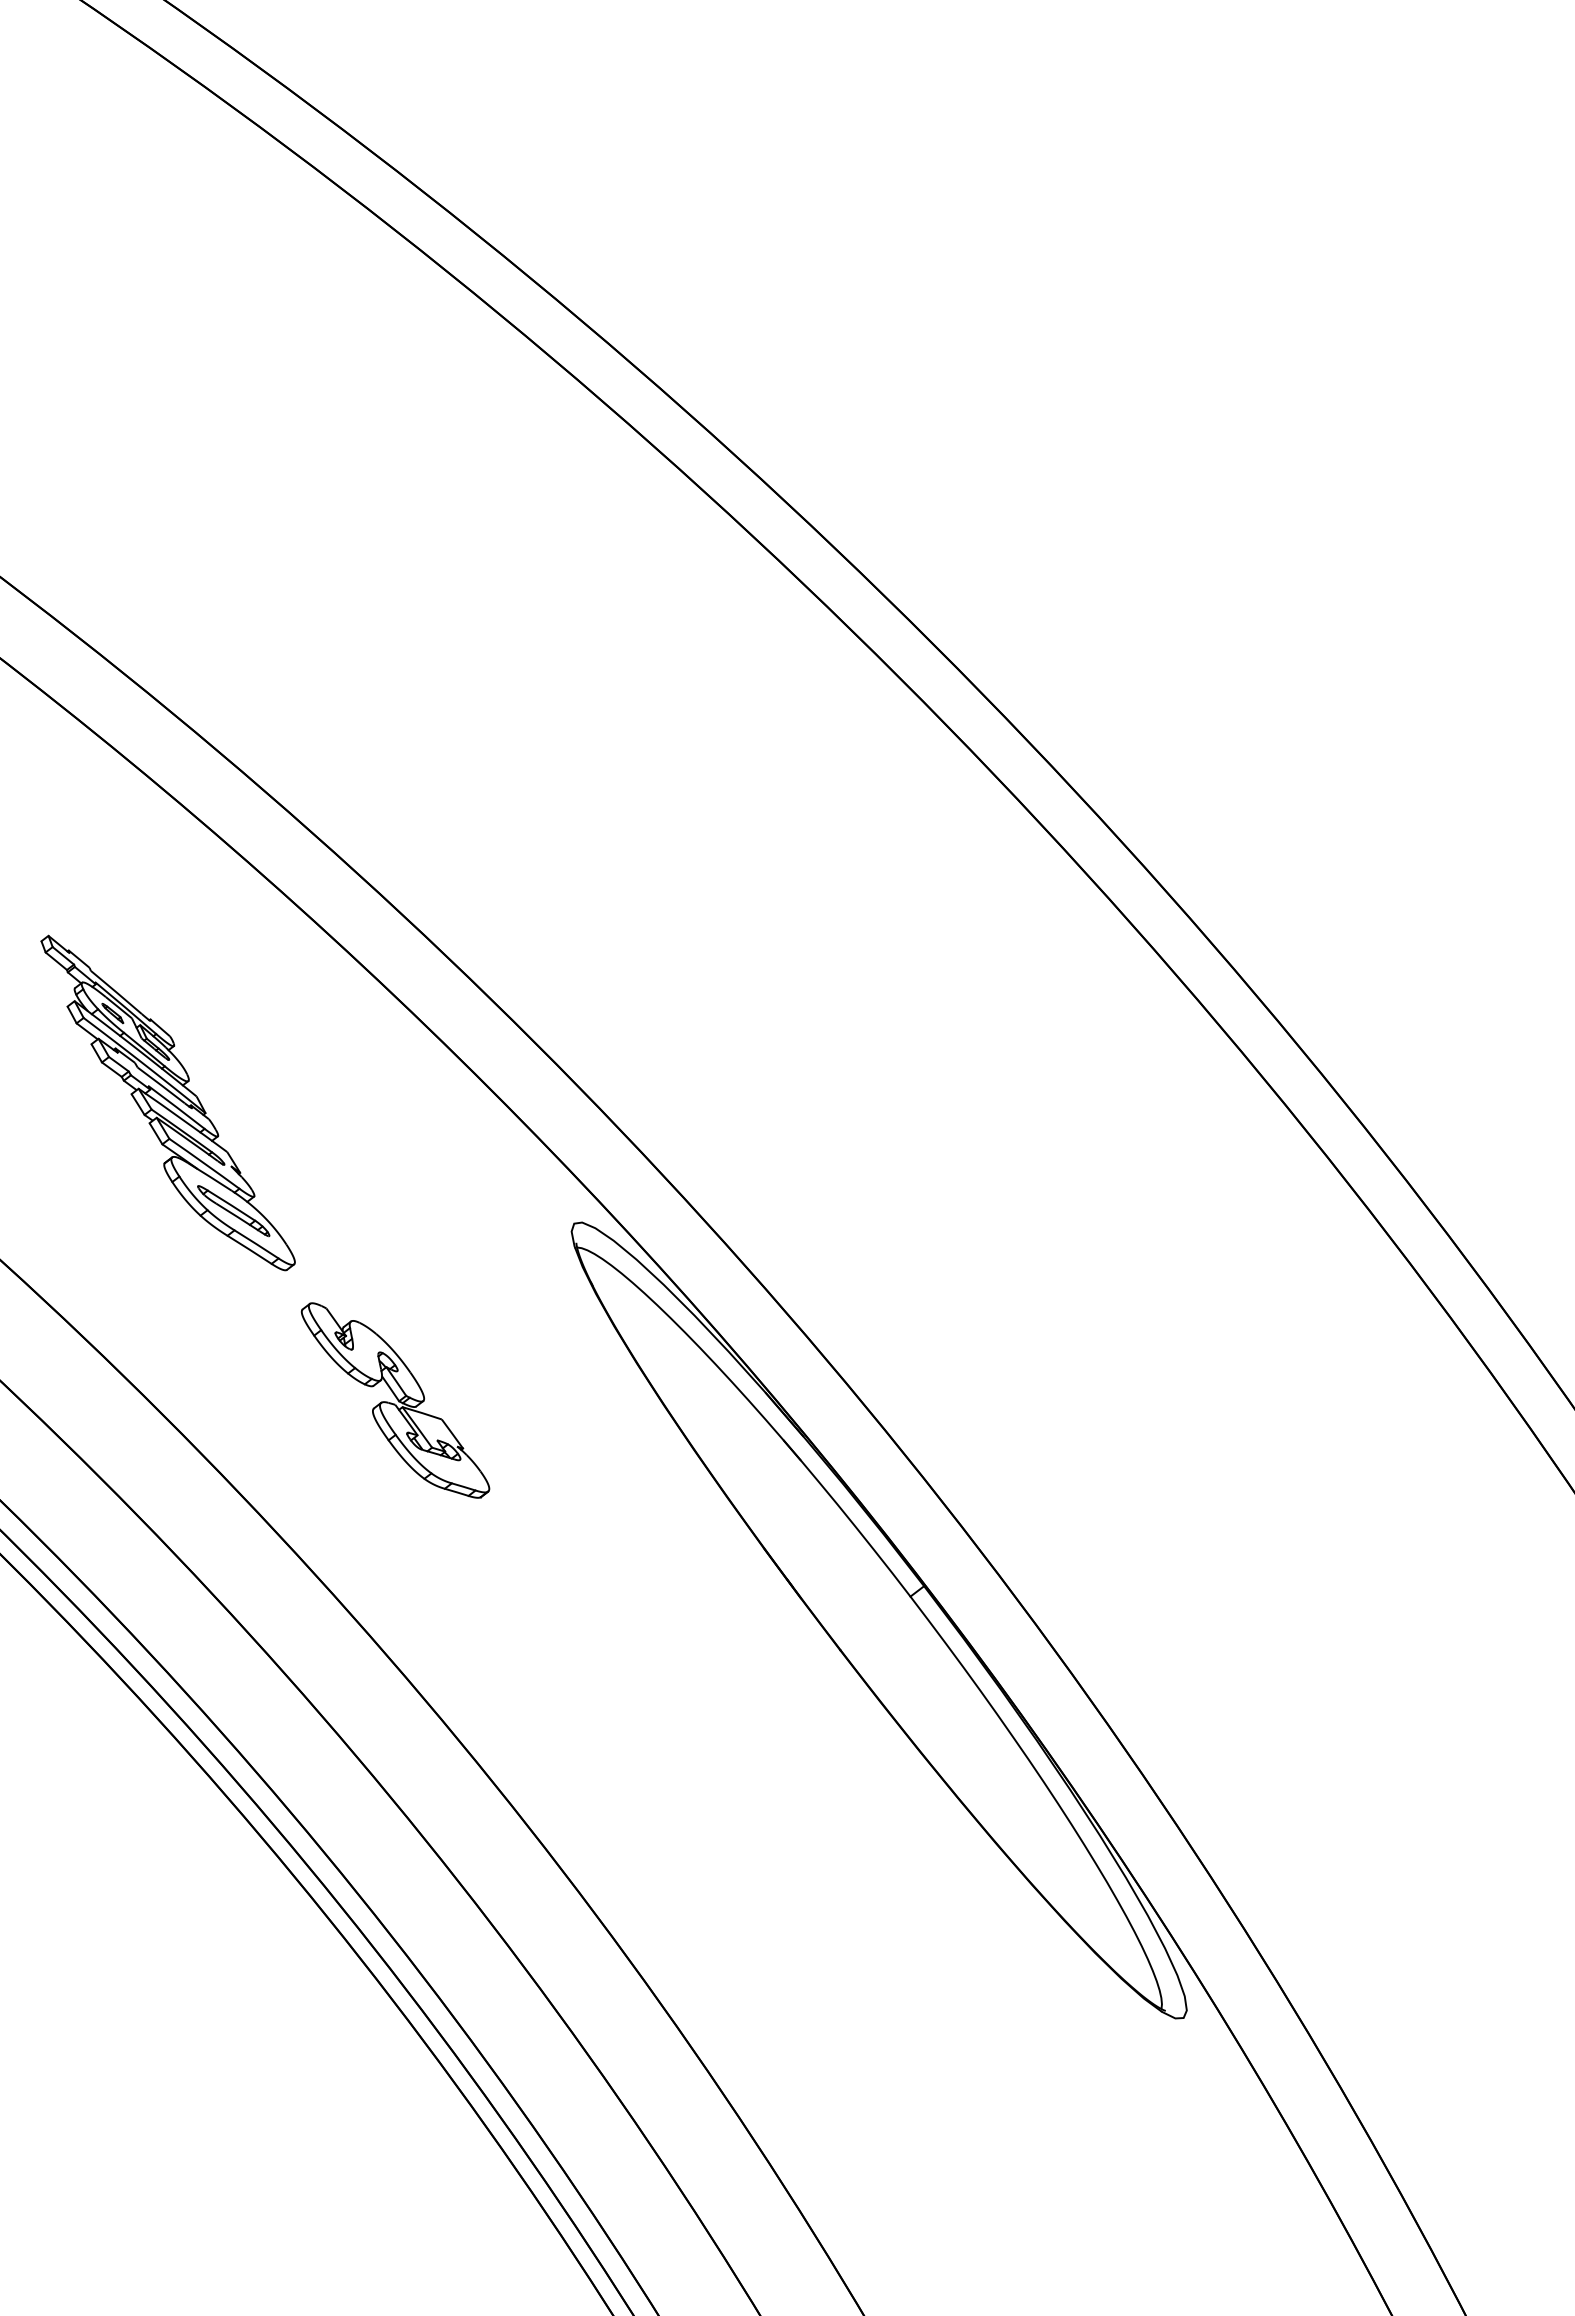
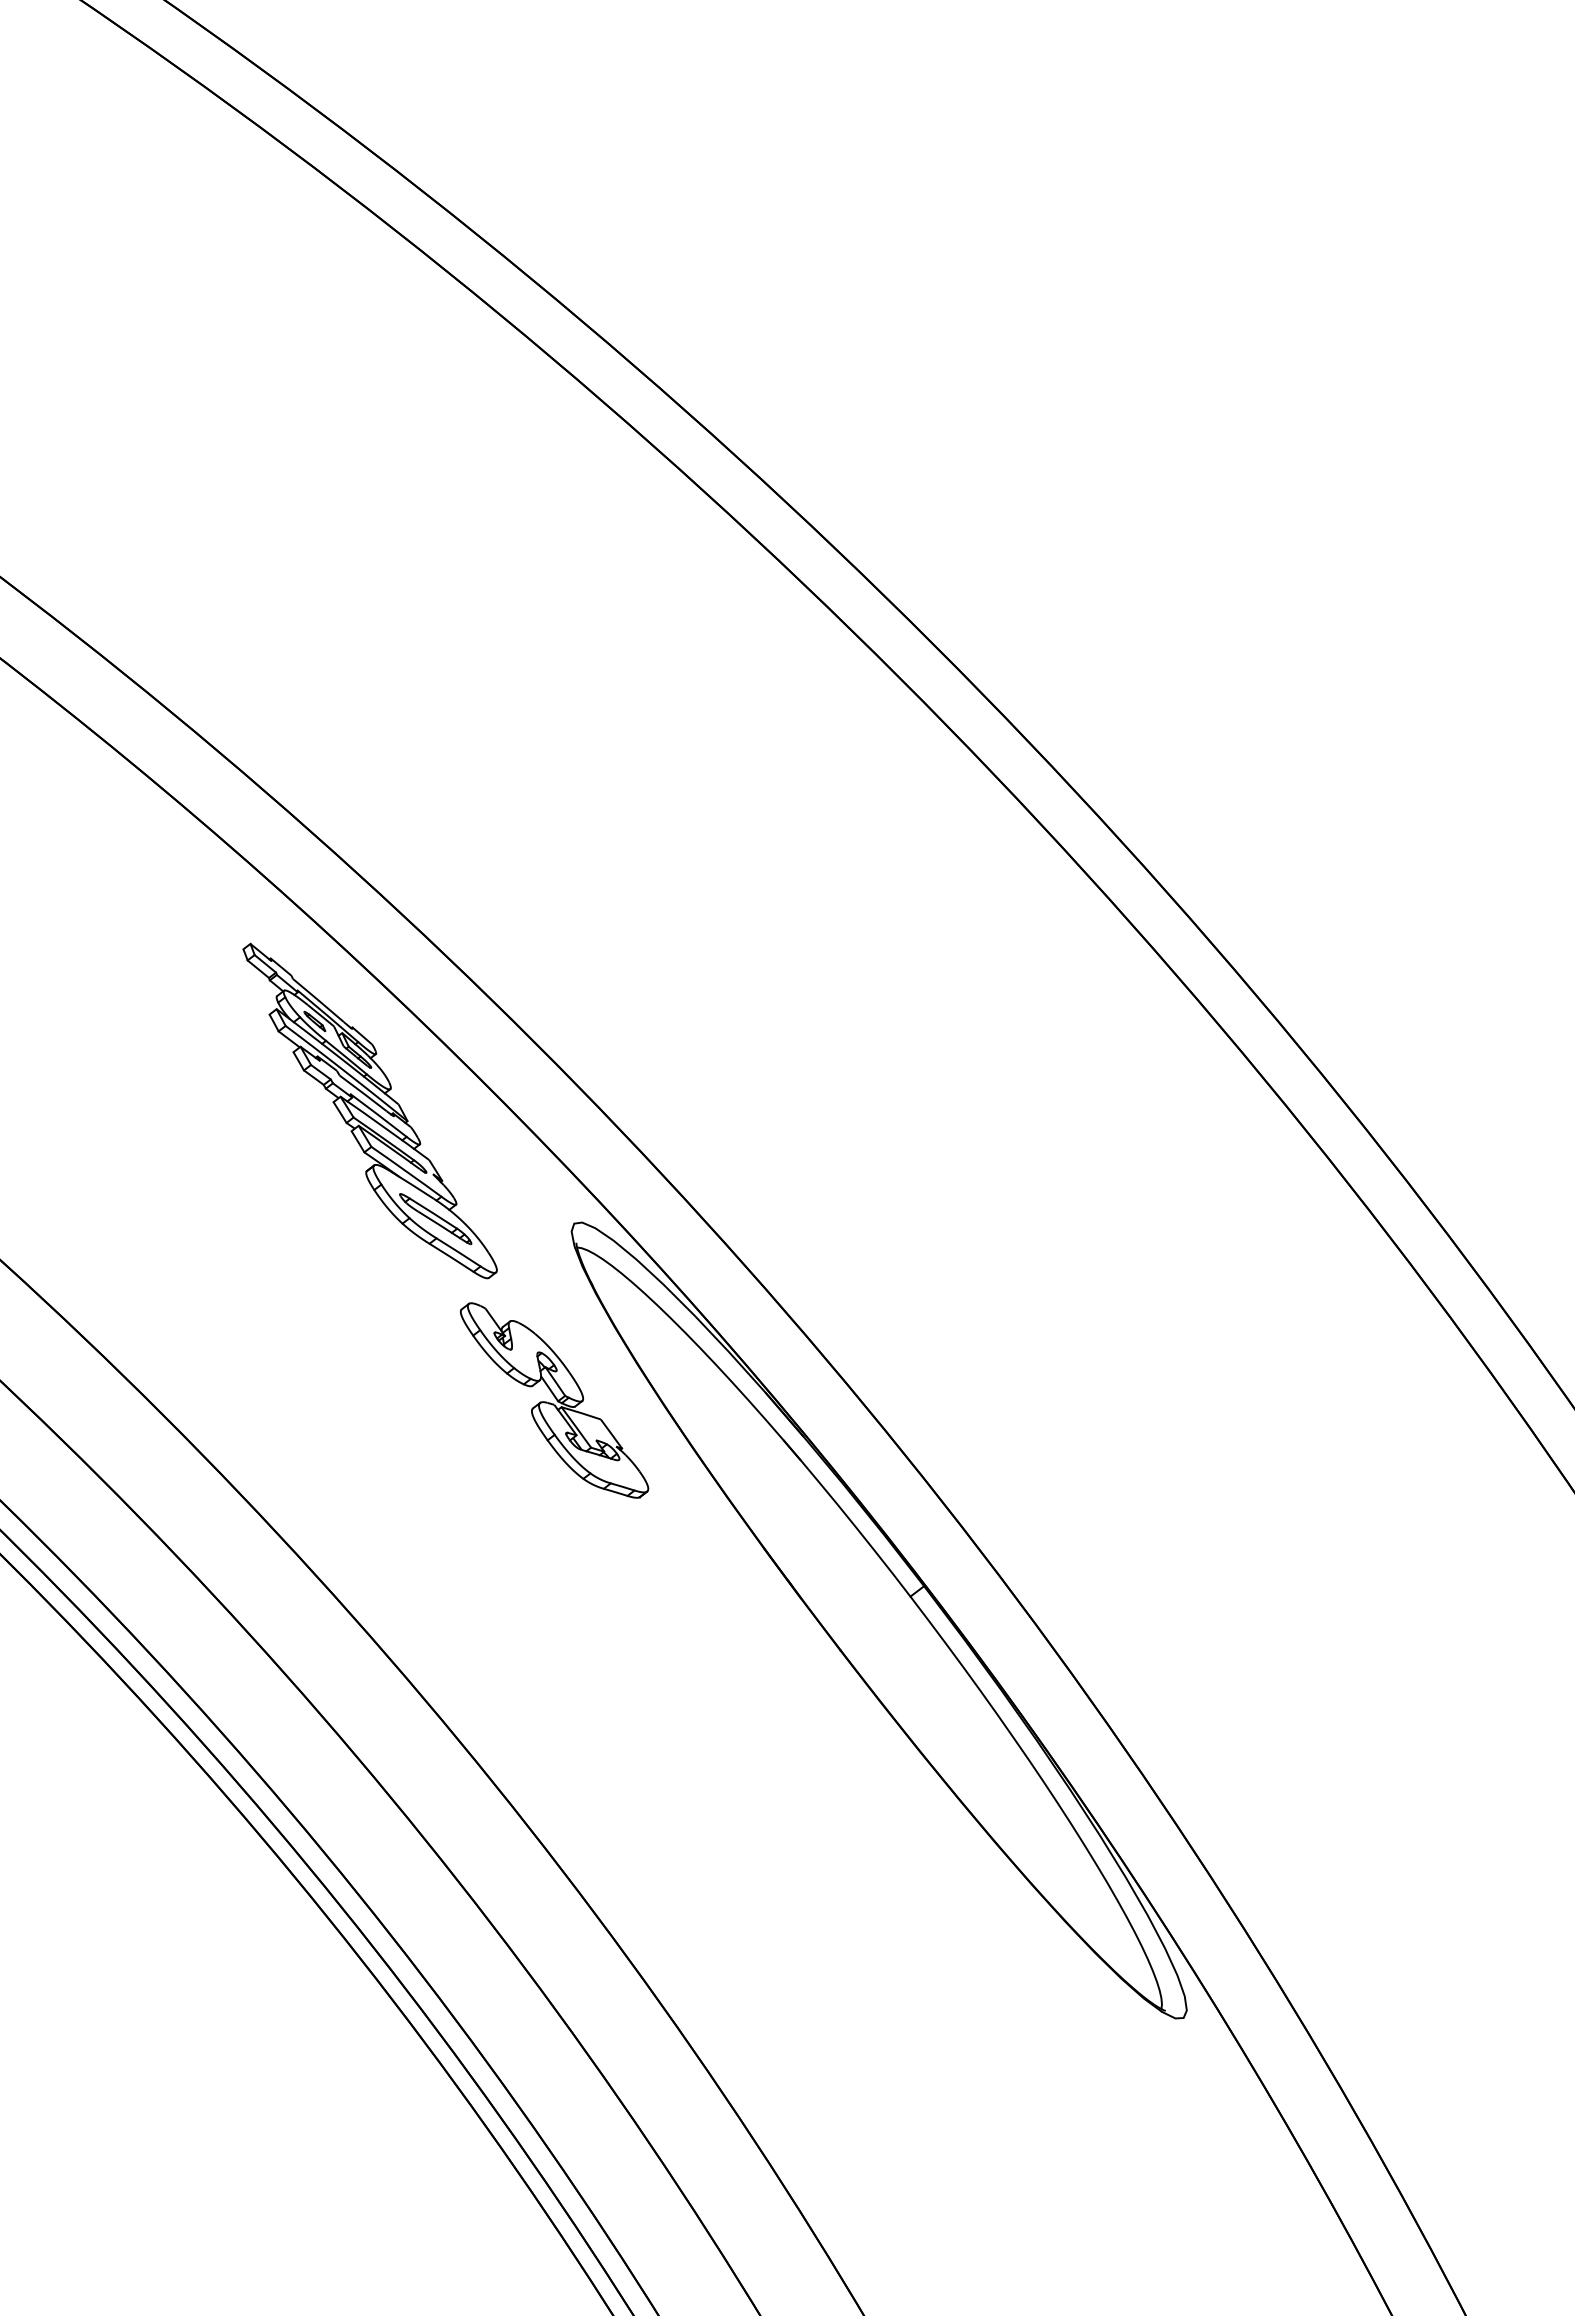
part at (167, 1102) position: (167, 1102) -> (369, 1110)
part at (395, 1400) position: (395, 1400) -> (554, 1400)
